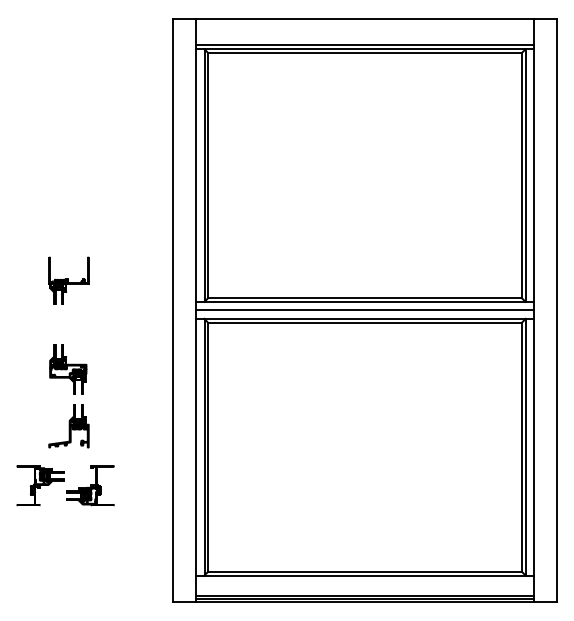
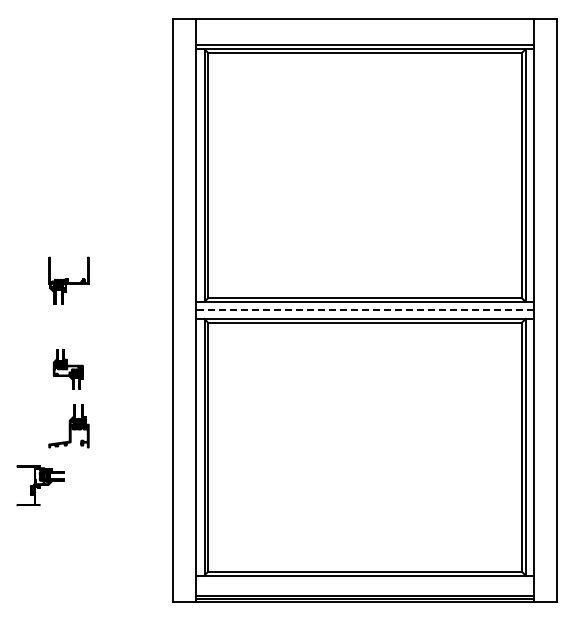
line at (364, 310): solid -> dashed
part at (68, 369) size: 39x51 px -> 32x41 px
part at (90, 485): present -> none
